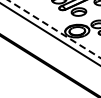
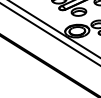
line at (54, 29): dashed -> solid
